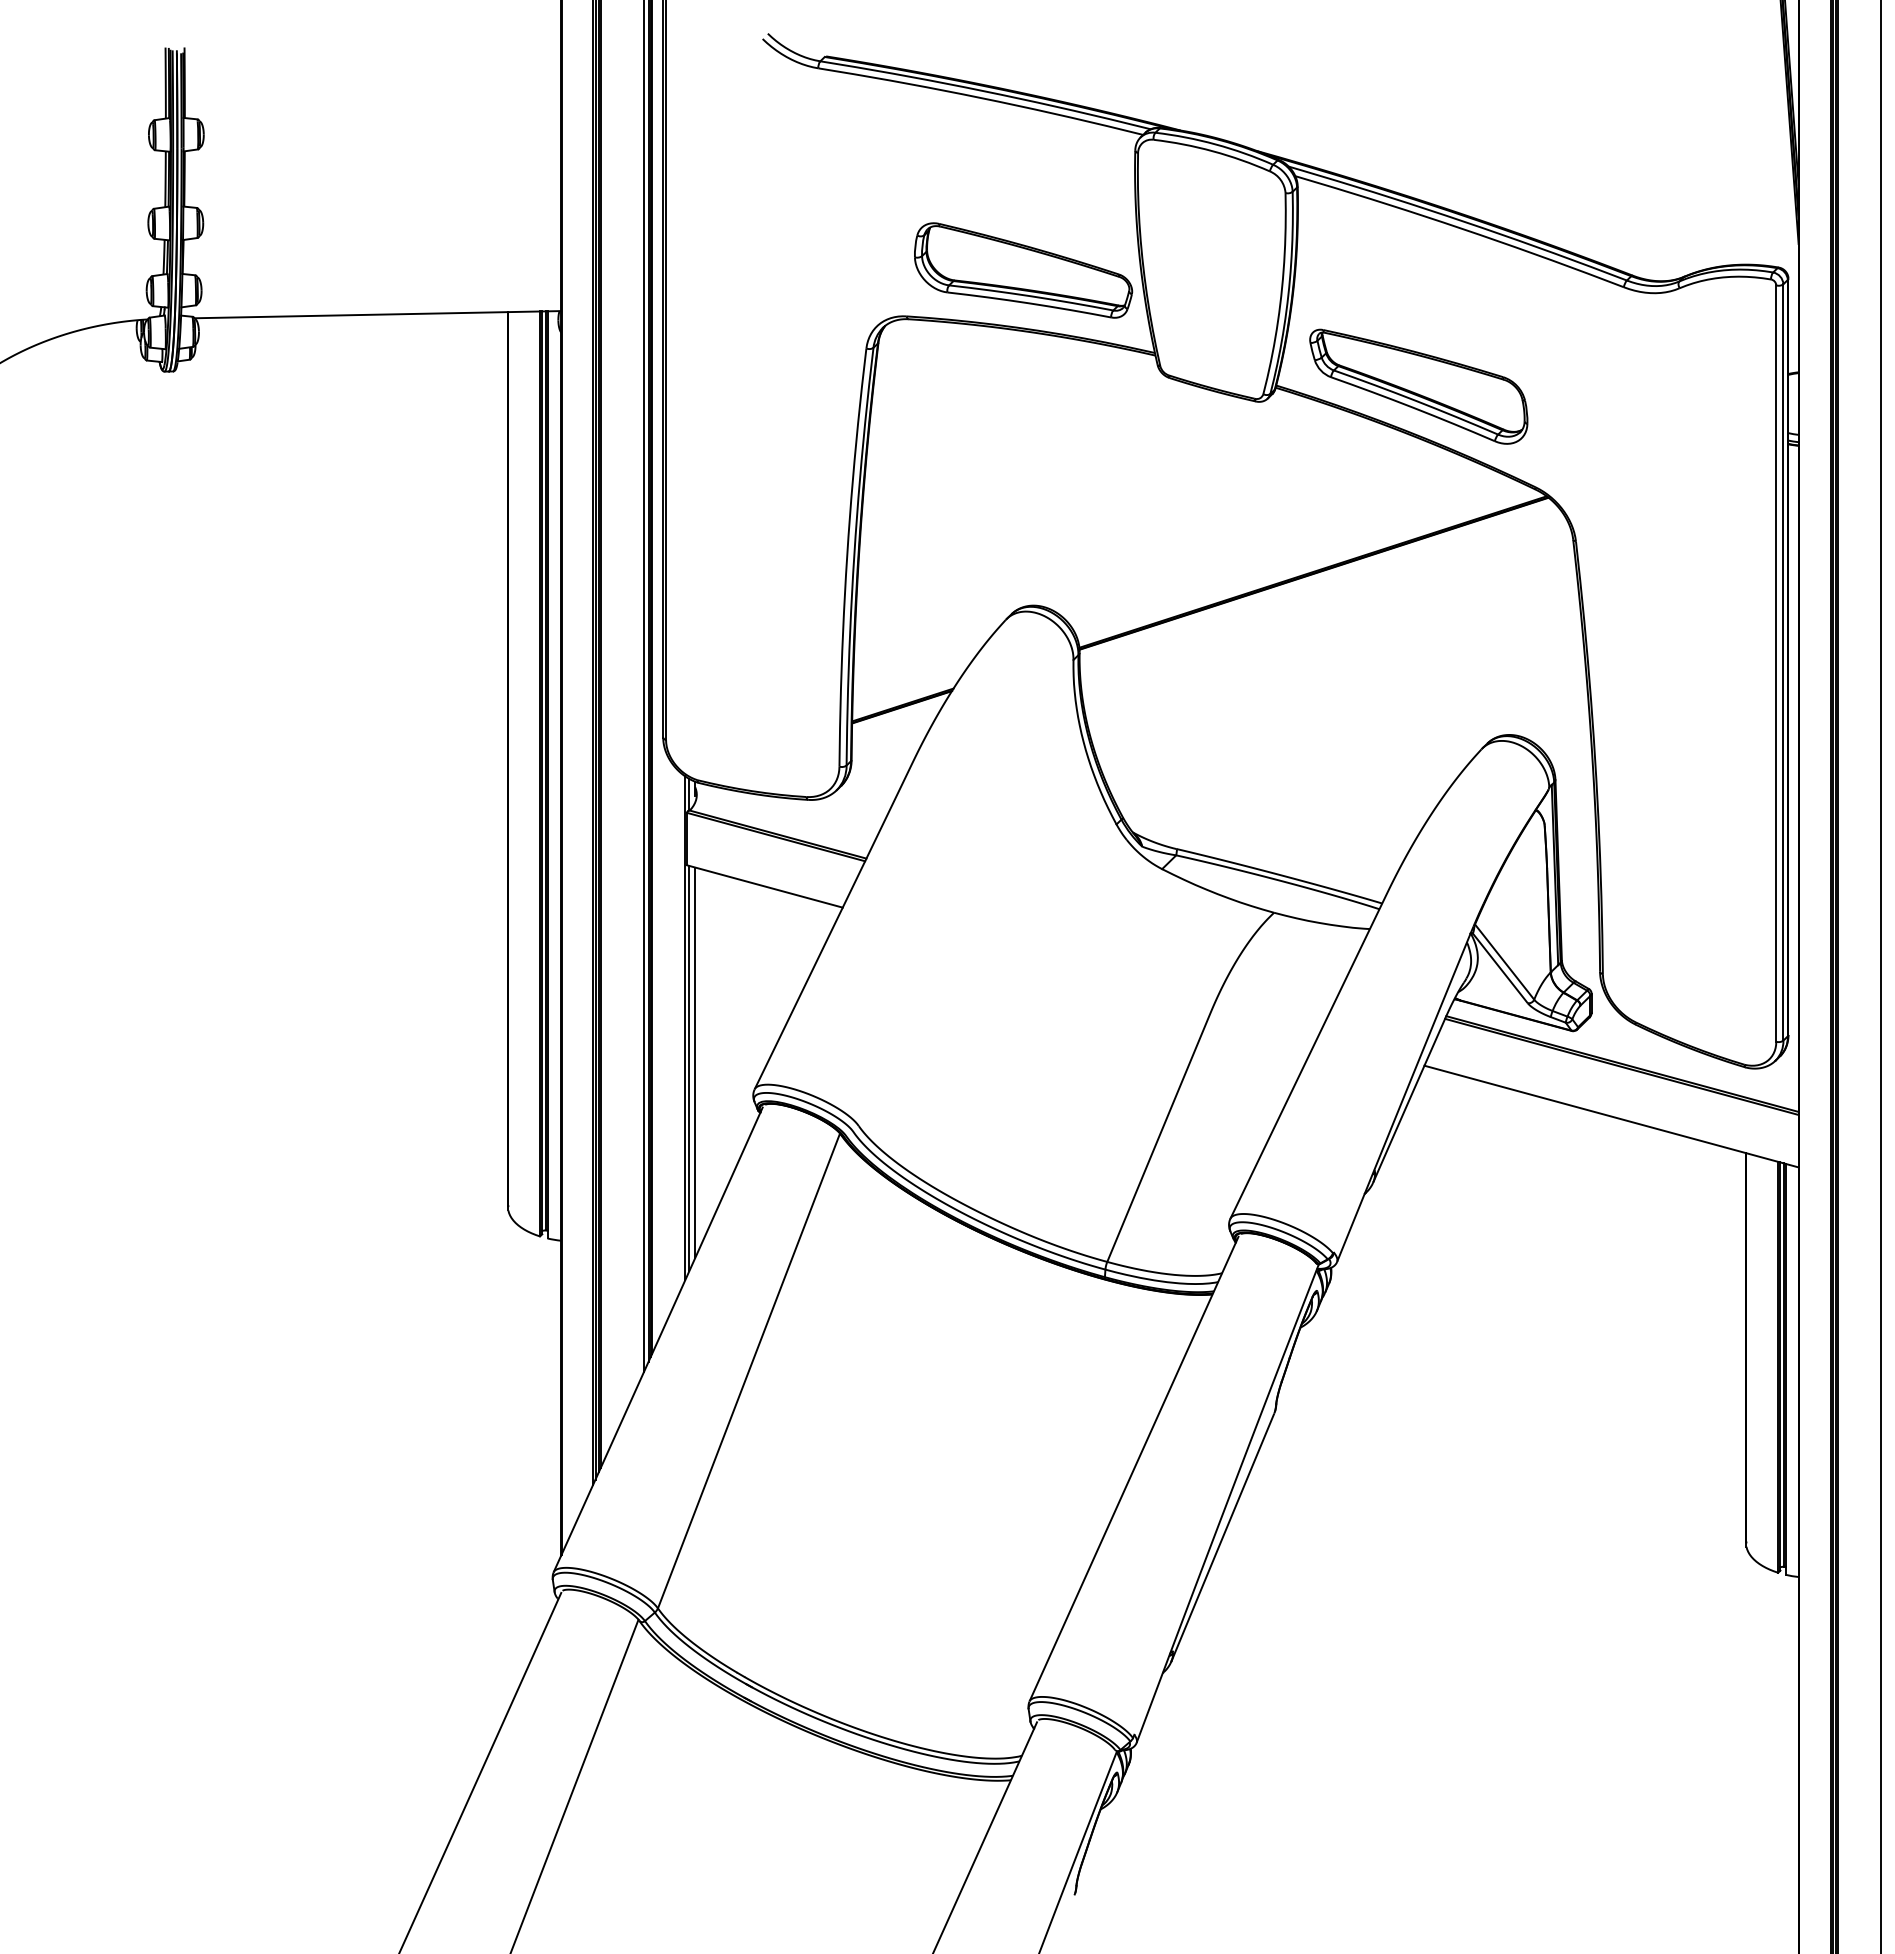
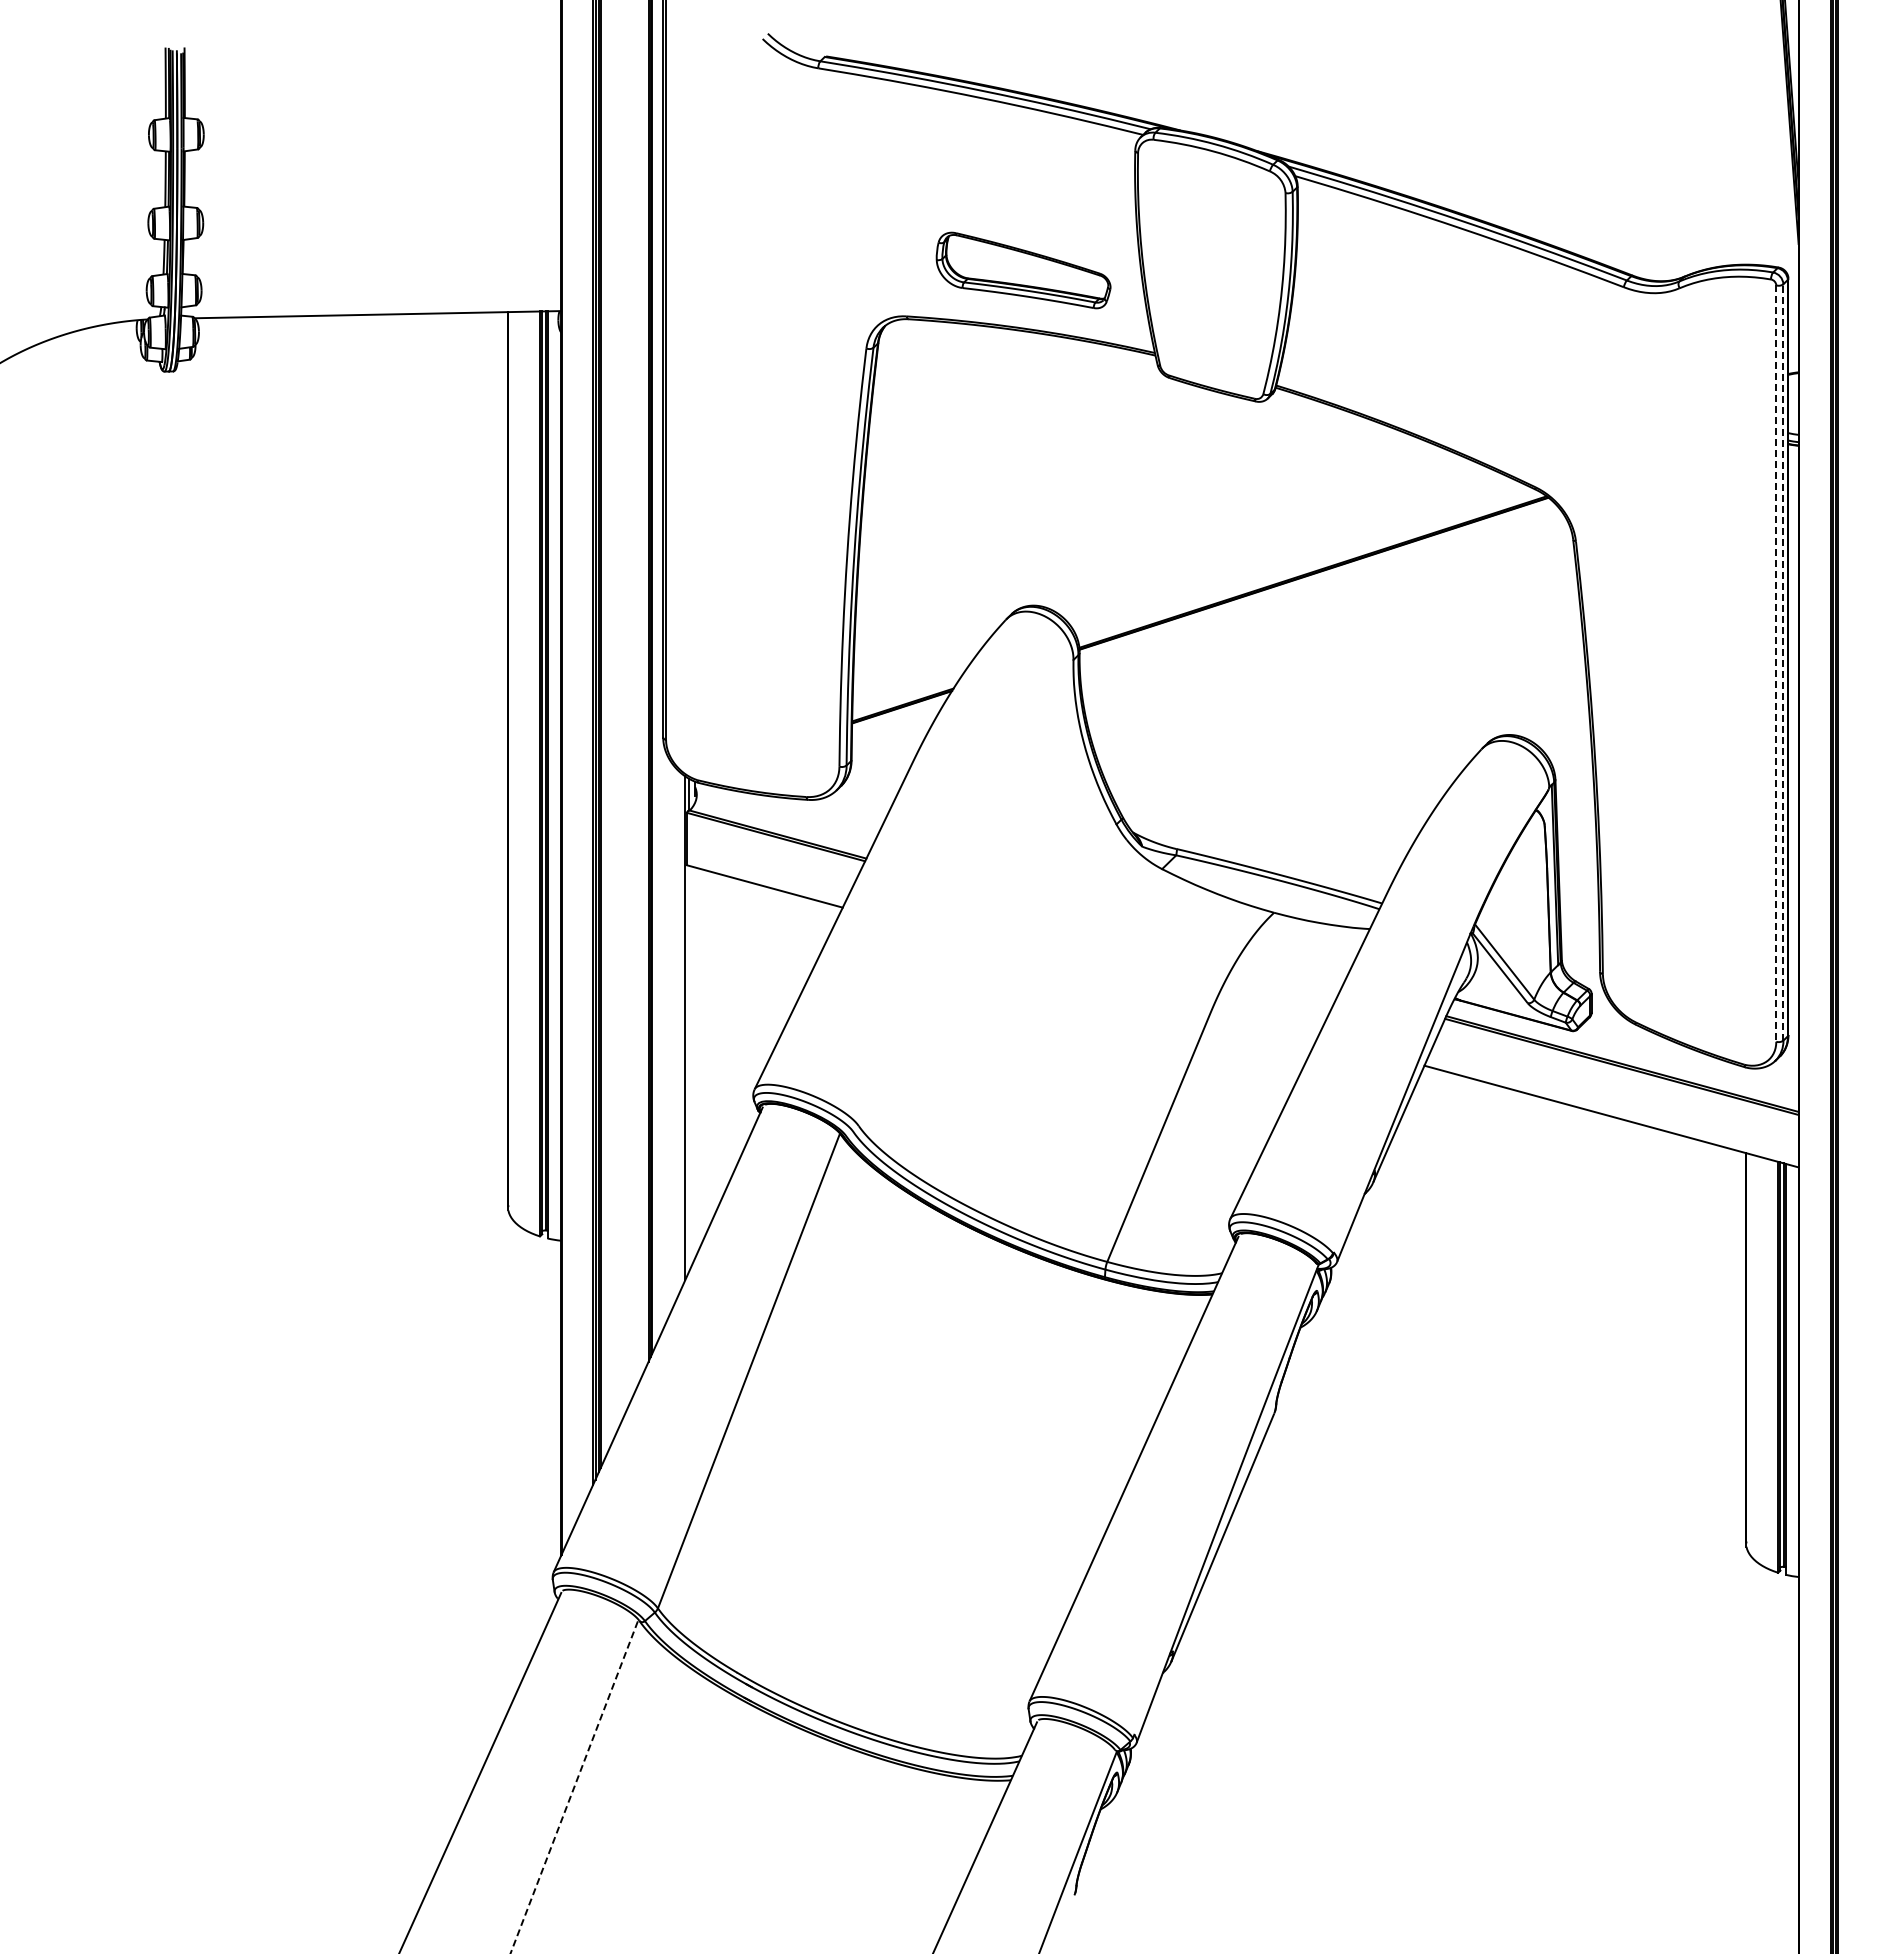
part at (1023, 270) size: 220x97 px -> 177x79 px
part at (1418, 386): present -> none
line at (1783, 661): solid -> dashed
line at (1776, 664): solid -> dashed
line at (643, 687): present -> none
line at (1881, 976): present -> none
line at (695, 1062): present -> none
line at (689, 1068): present -> none
line at (574, 1786): solid -> dashed
